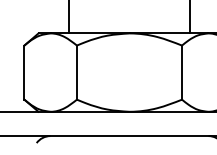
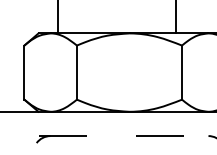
line at (68, 17) position: (68, 17) -> (57, 17)
line at (189, 17) position: (189, 17) -> (175, 17)
line at (108, 136): solid -> dashed
